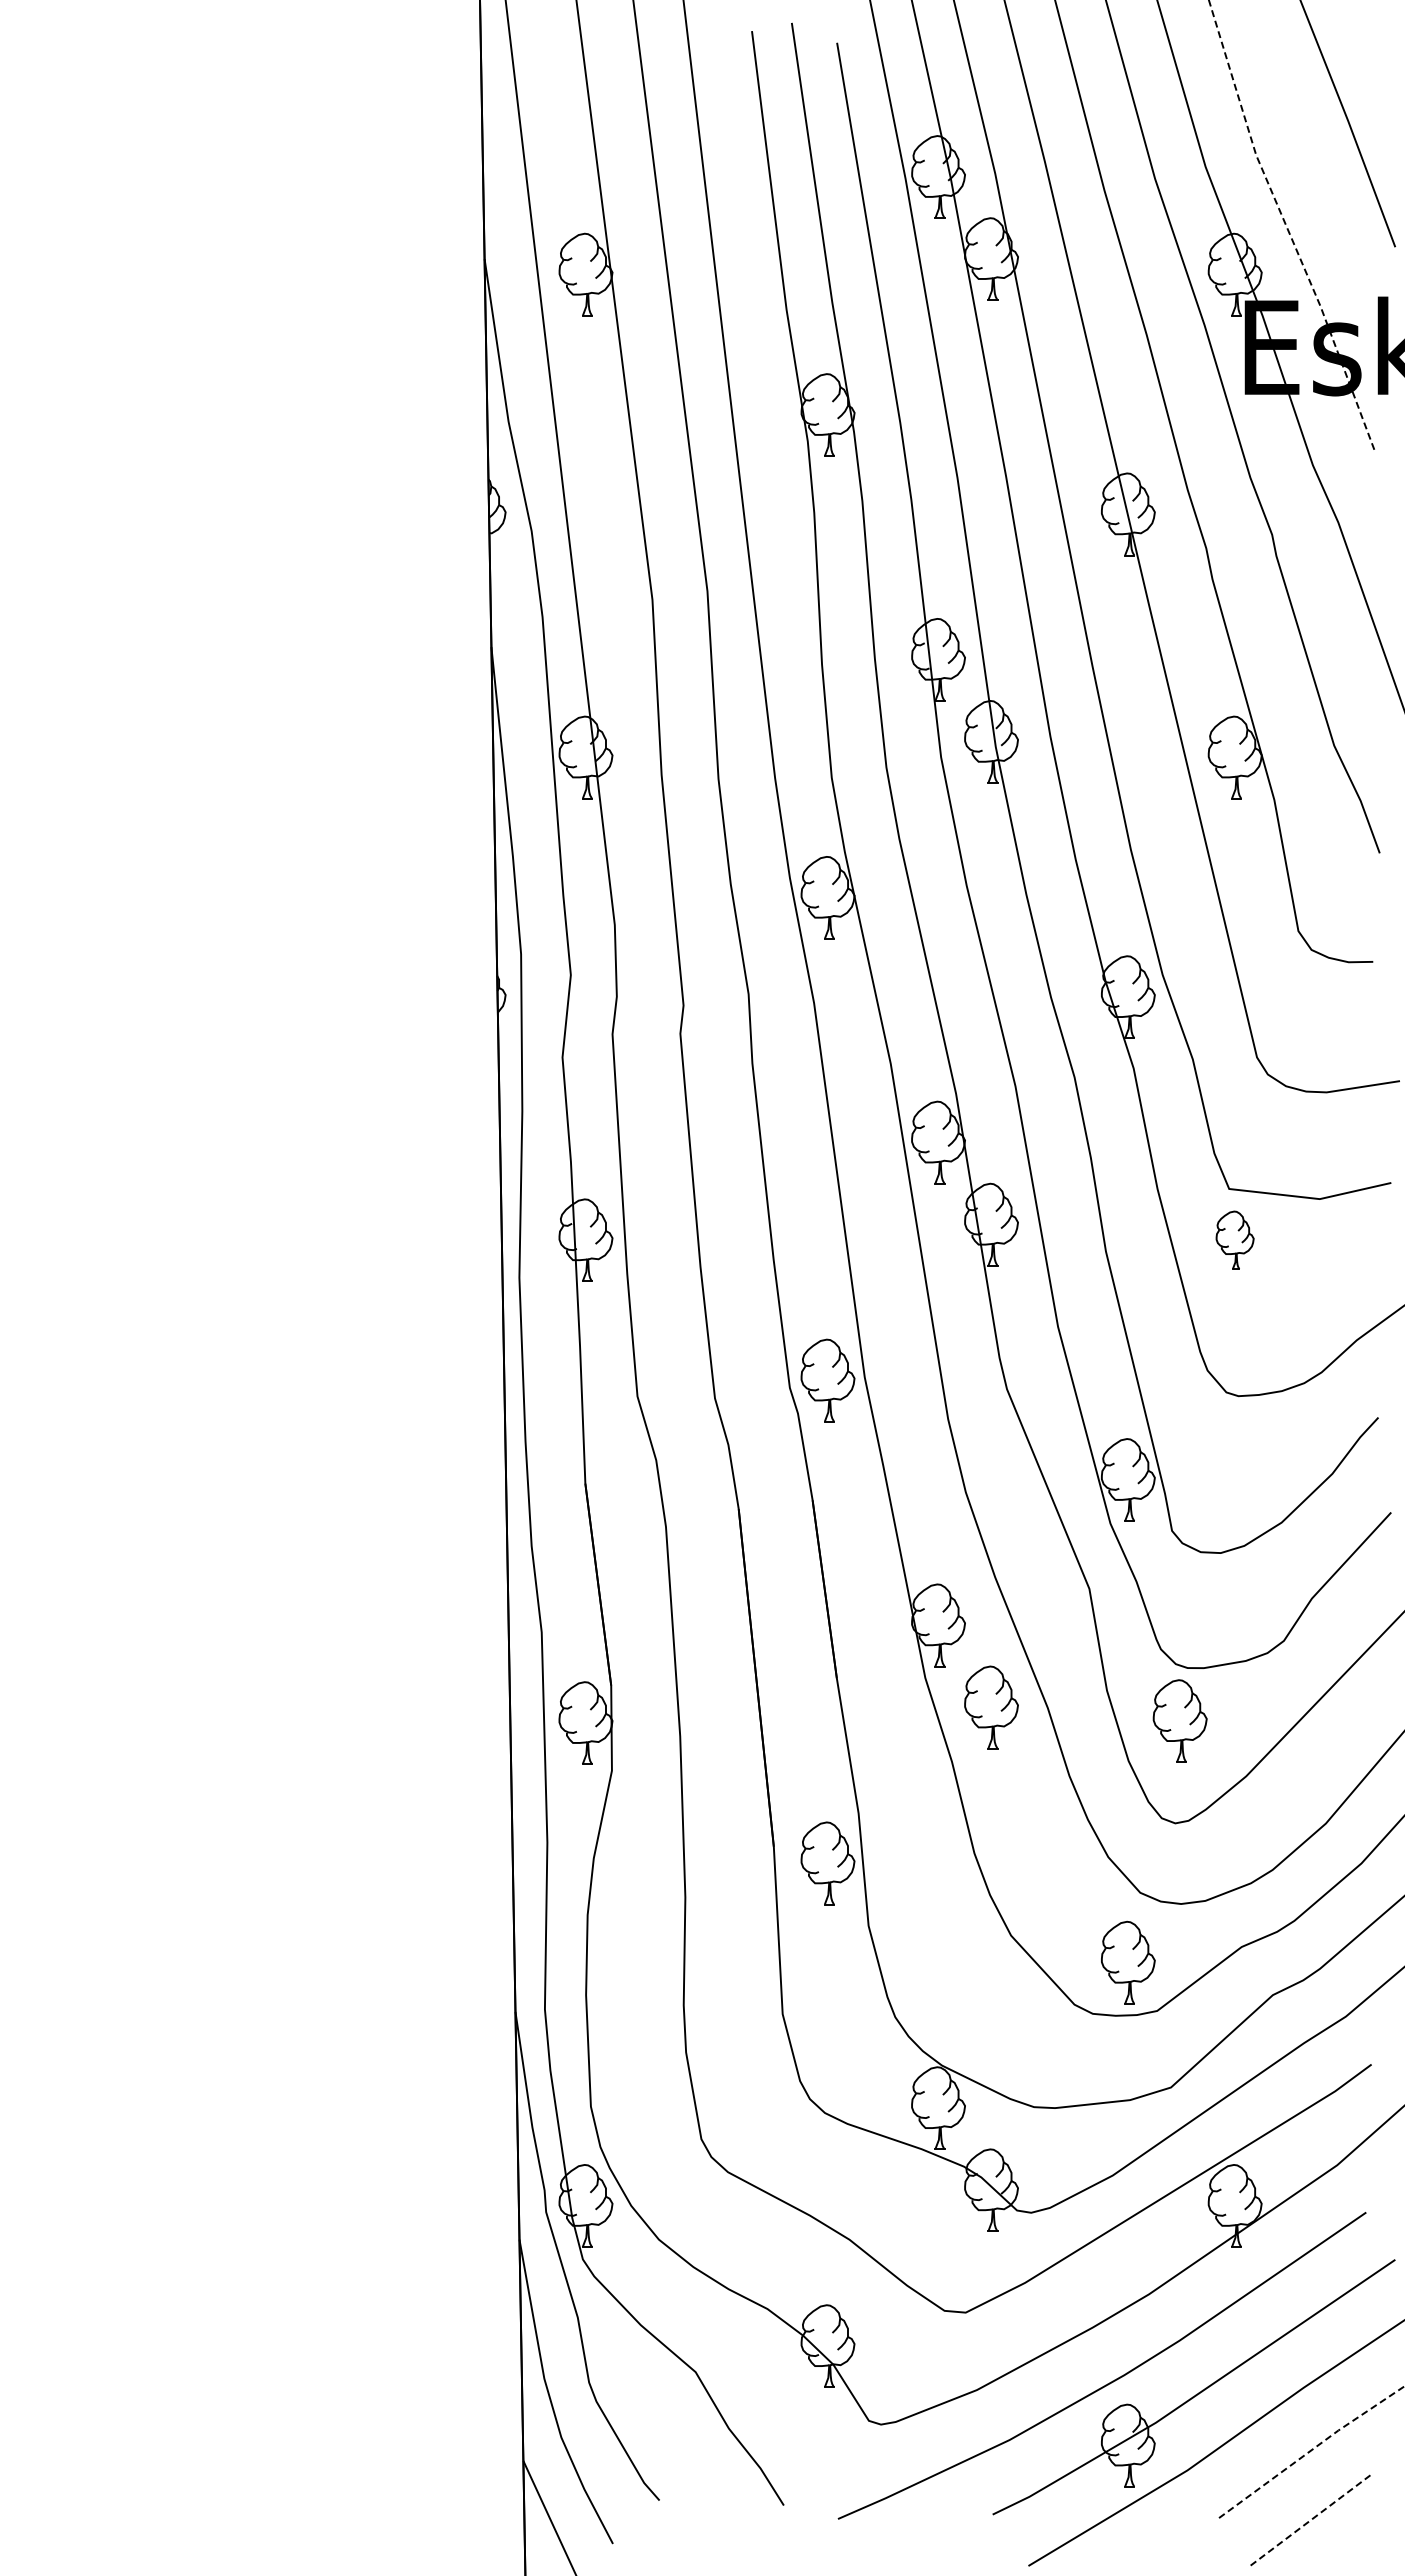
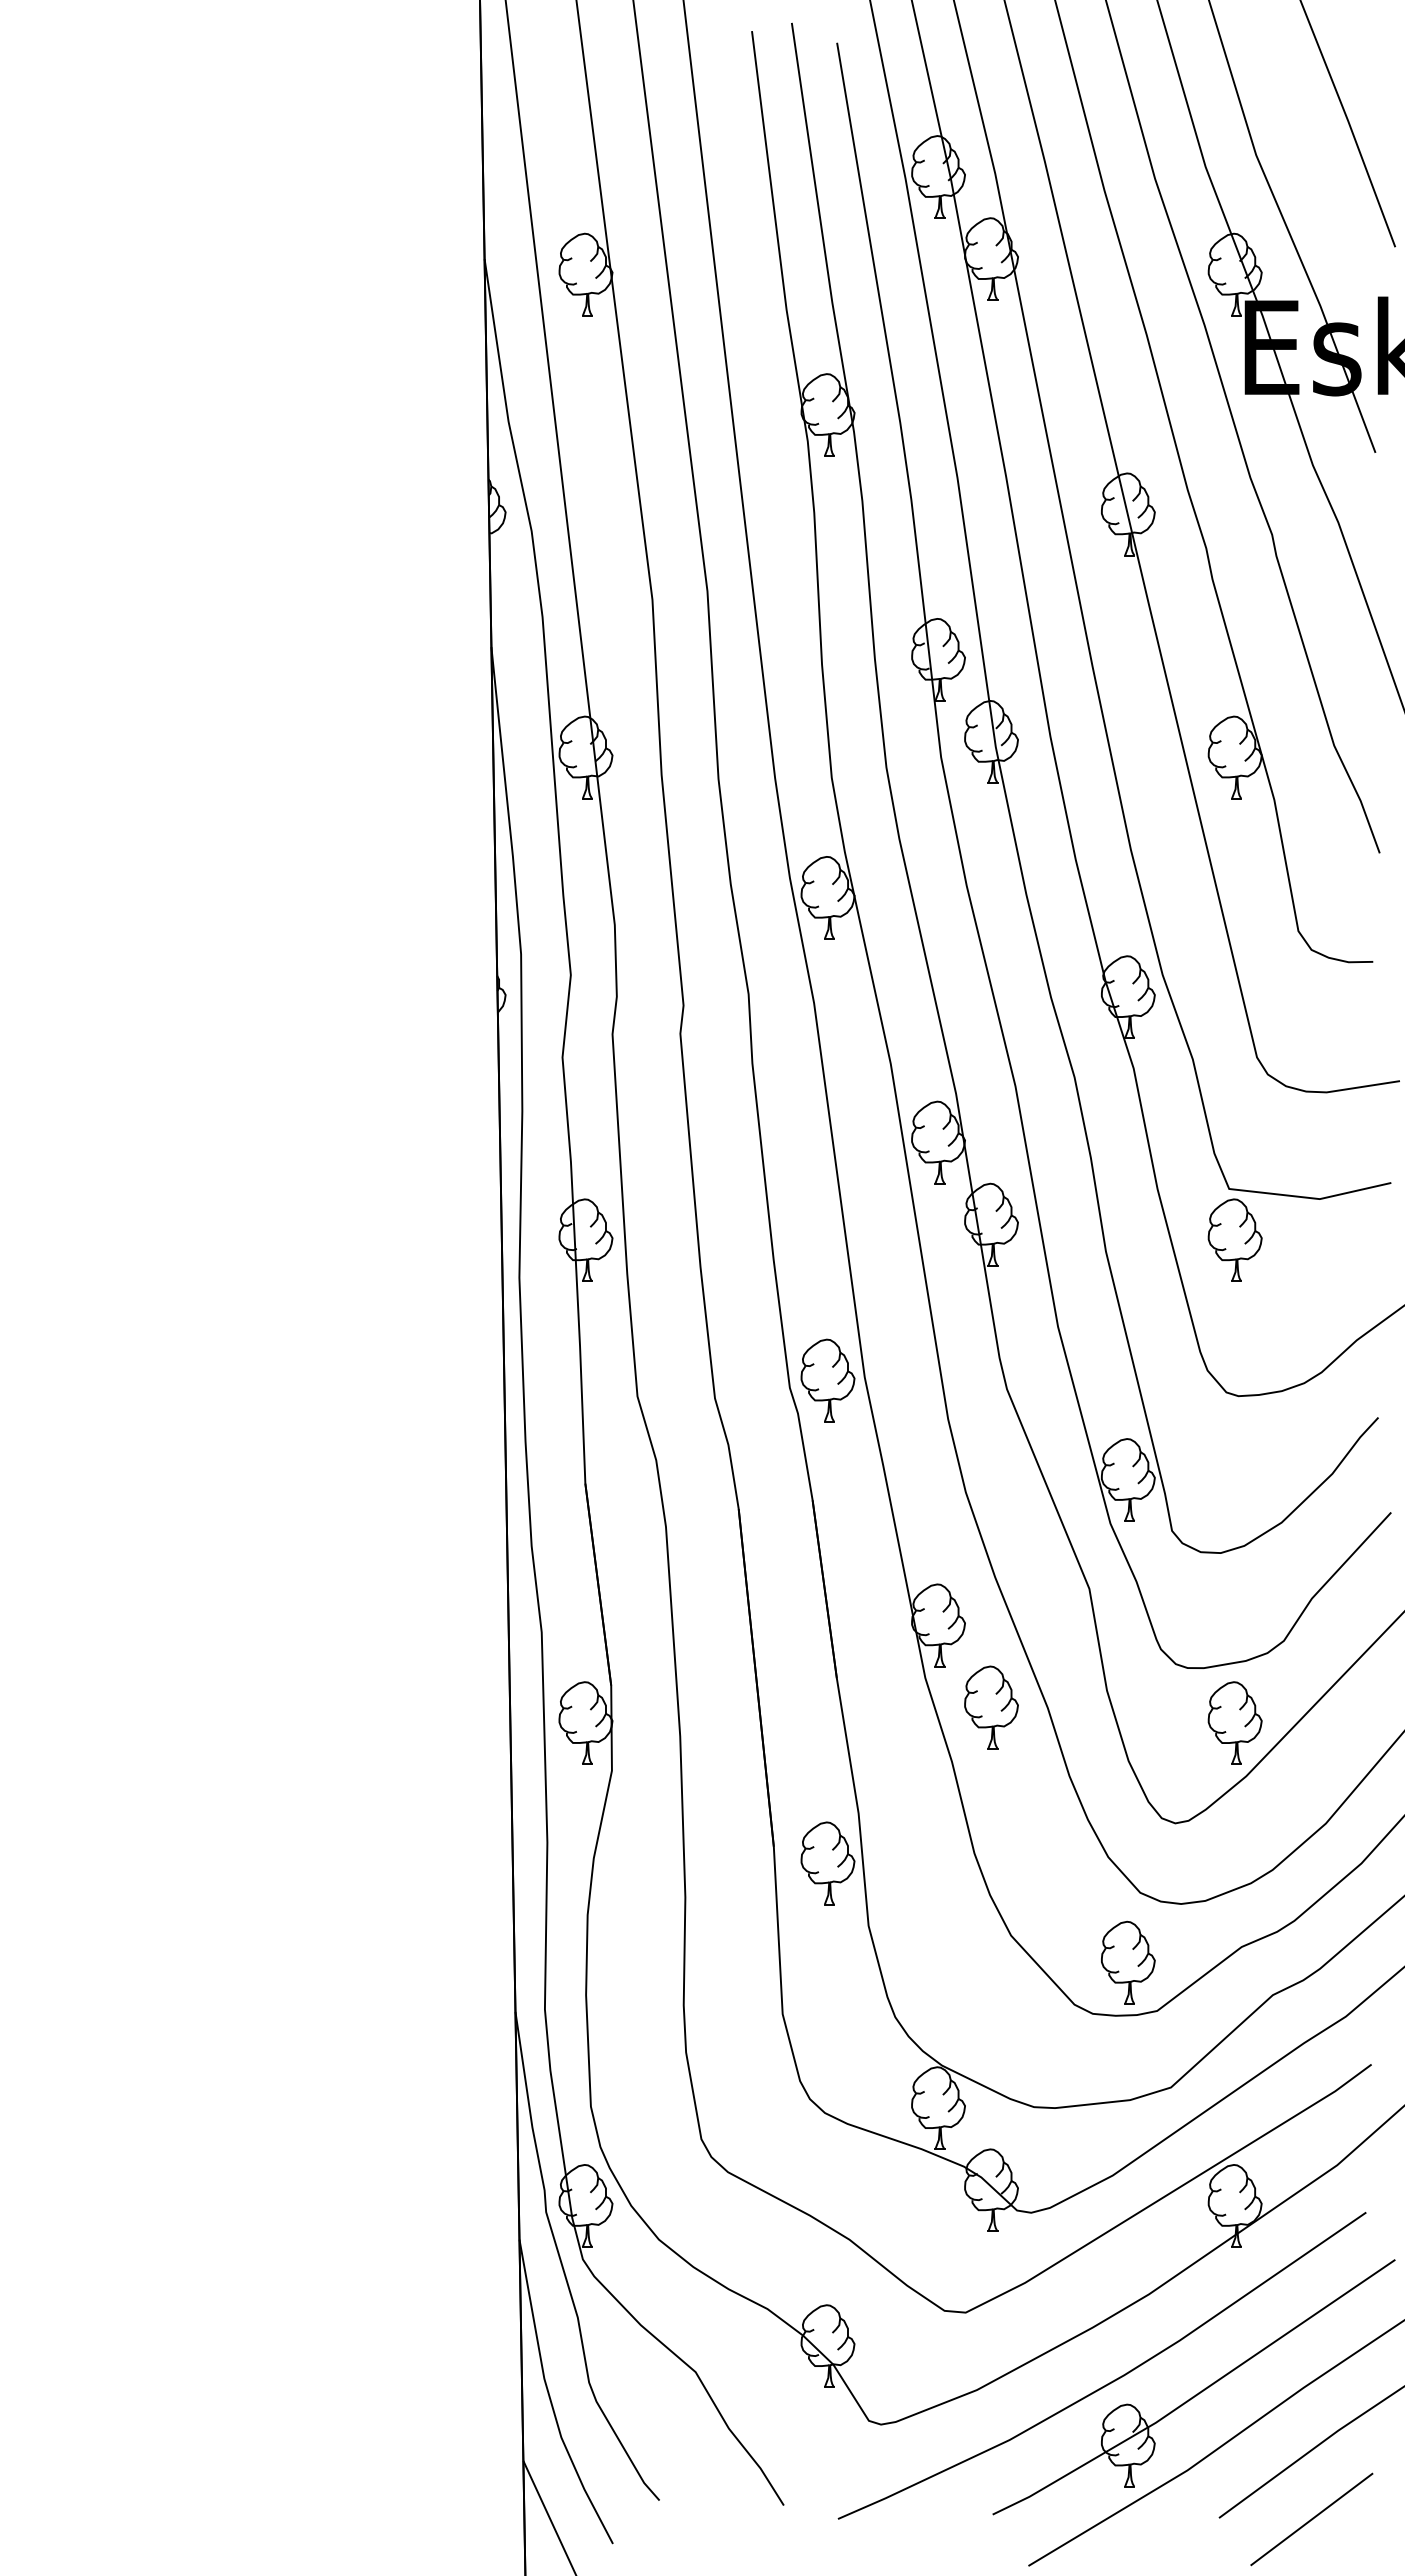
line at (1287, 228): dashed -> solid
part at (1234, 1239) size: 40x60 px -> 56x84 px
part at (1179, 1720) position: (1179, 1720) -> (1234, 1722)
line at (1311, 2450): dashed -> solid
line at (1311, 2519): dashed -> solid
